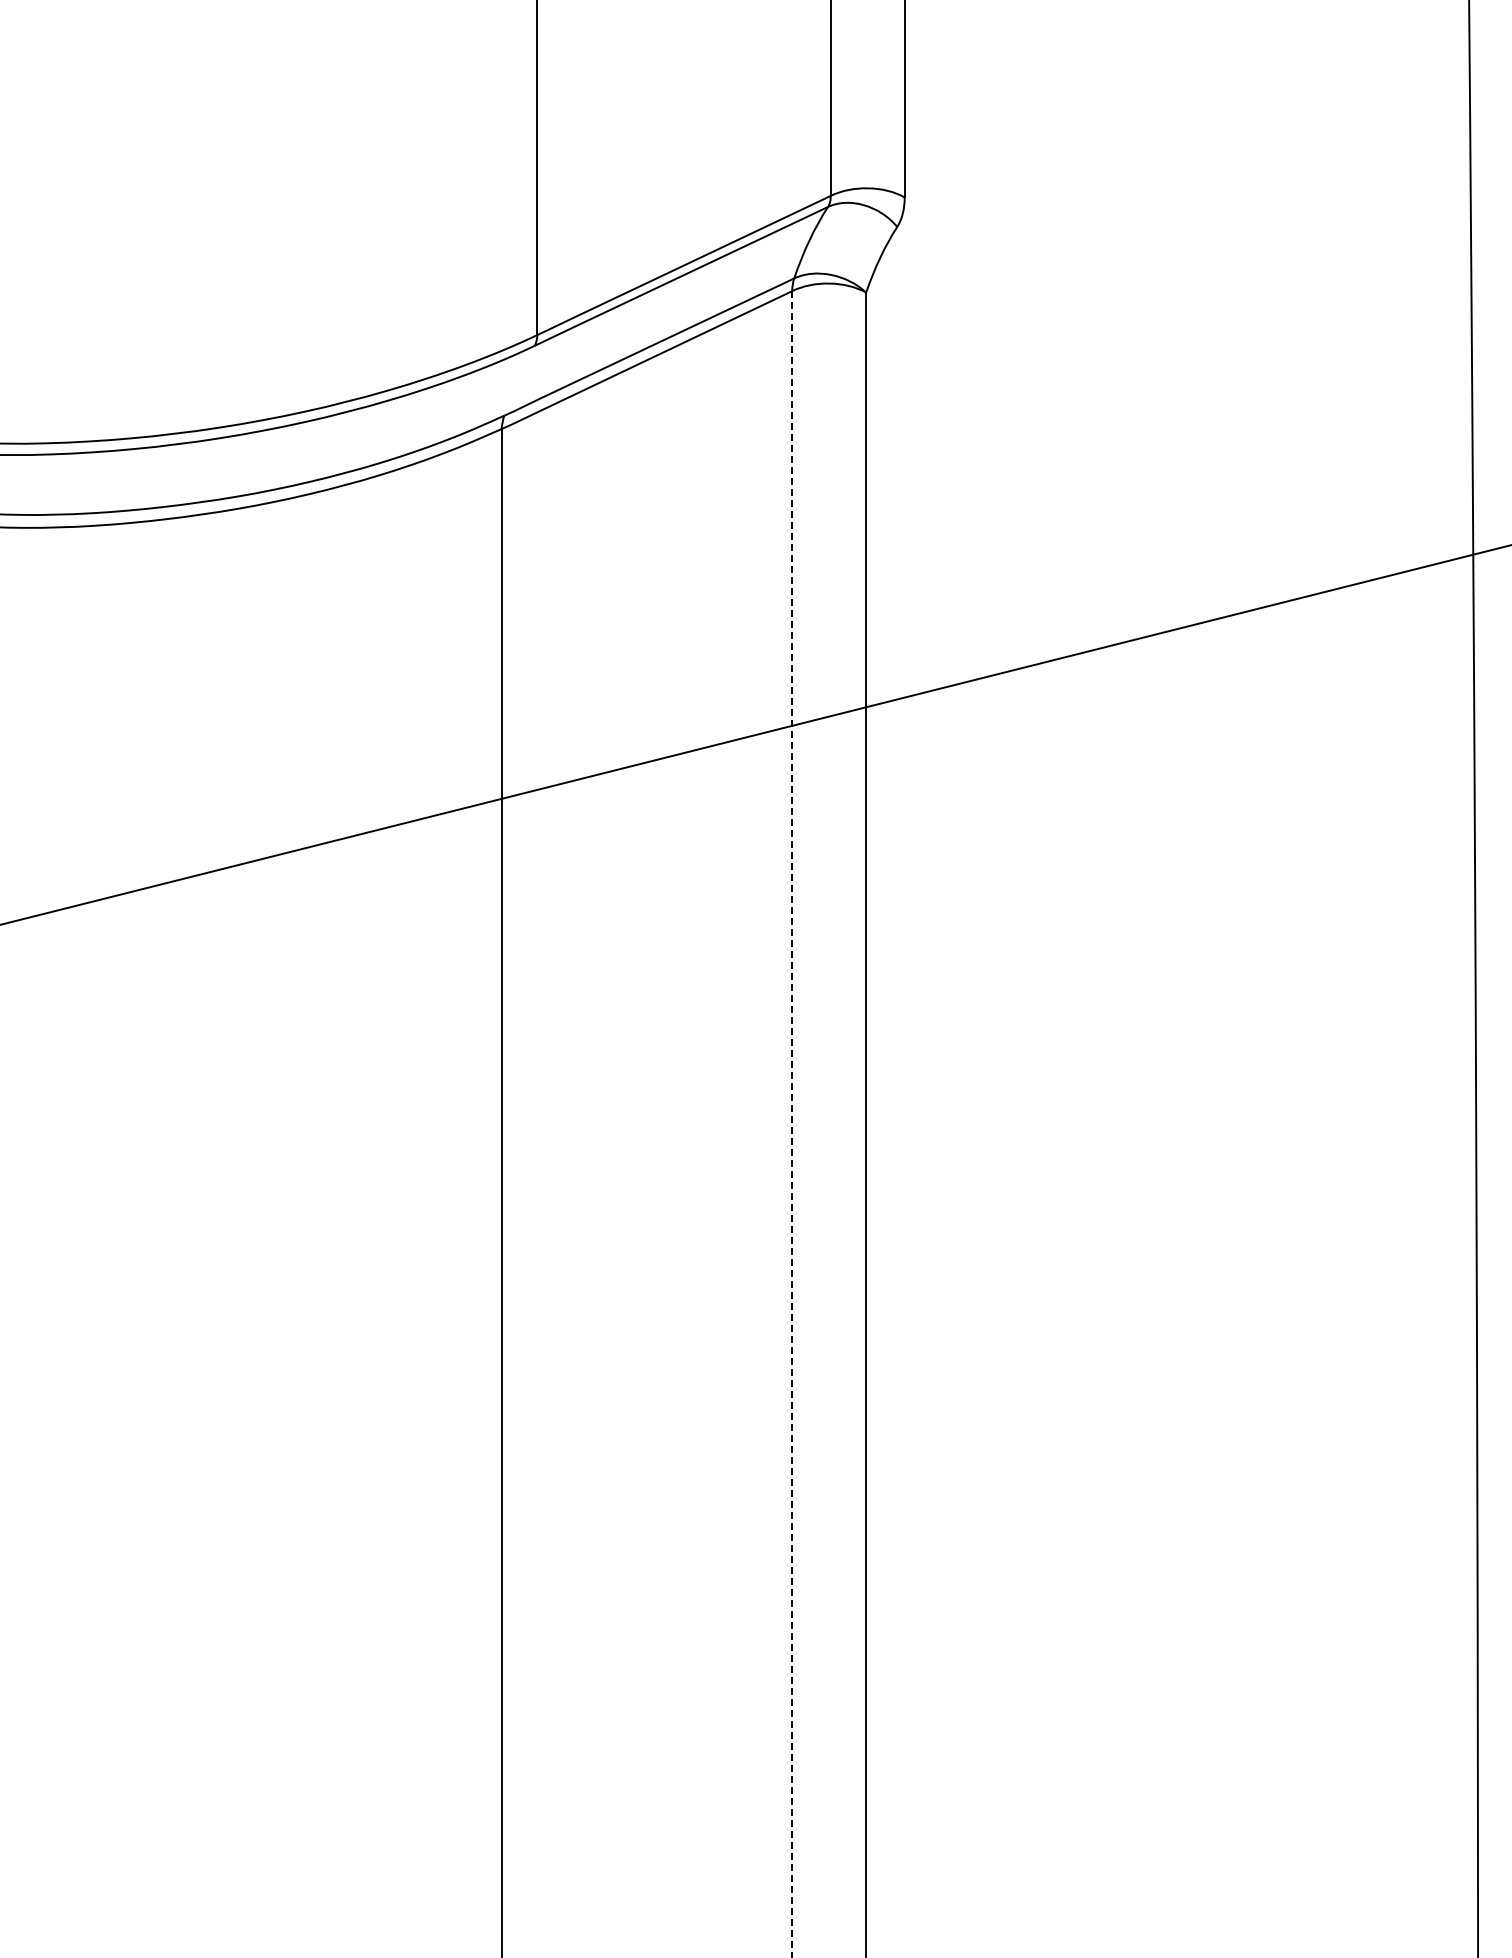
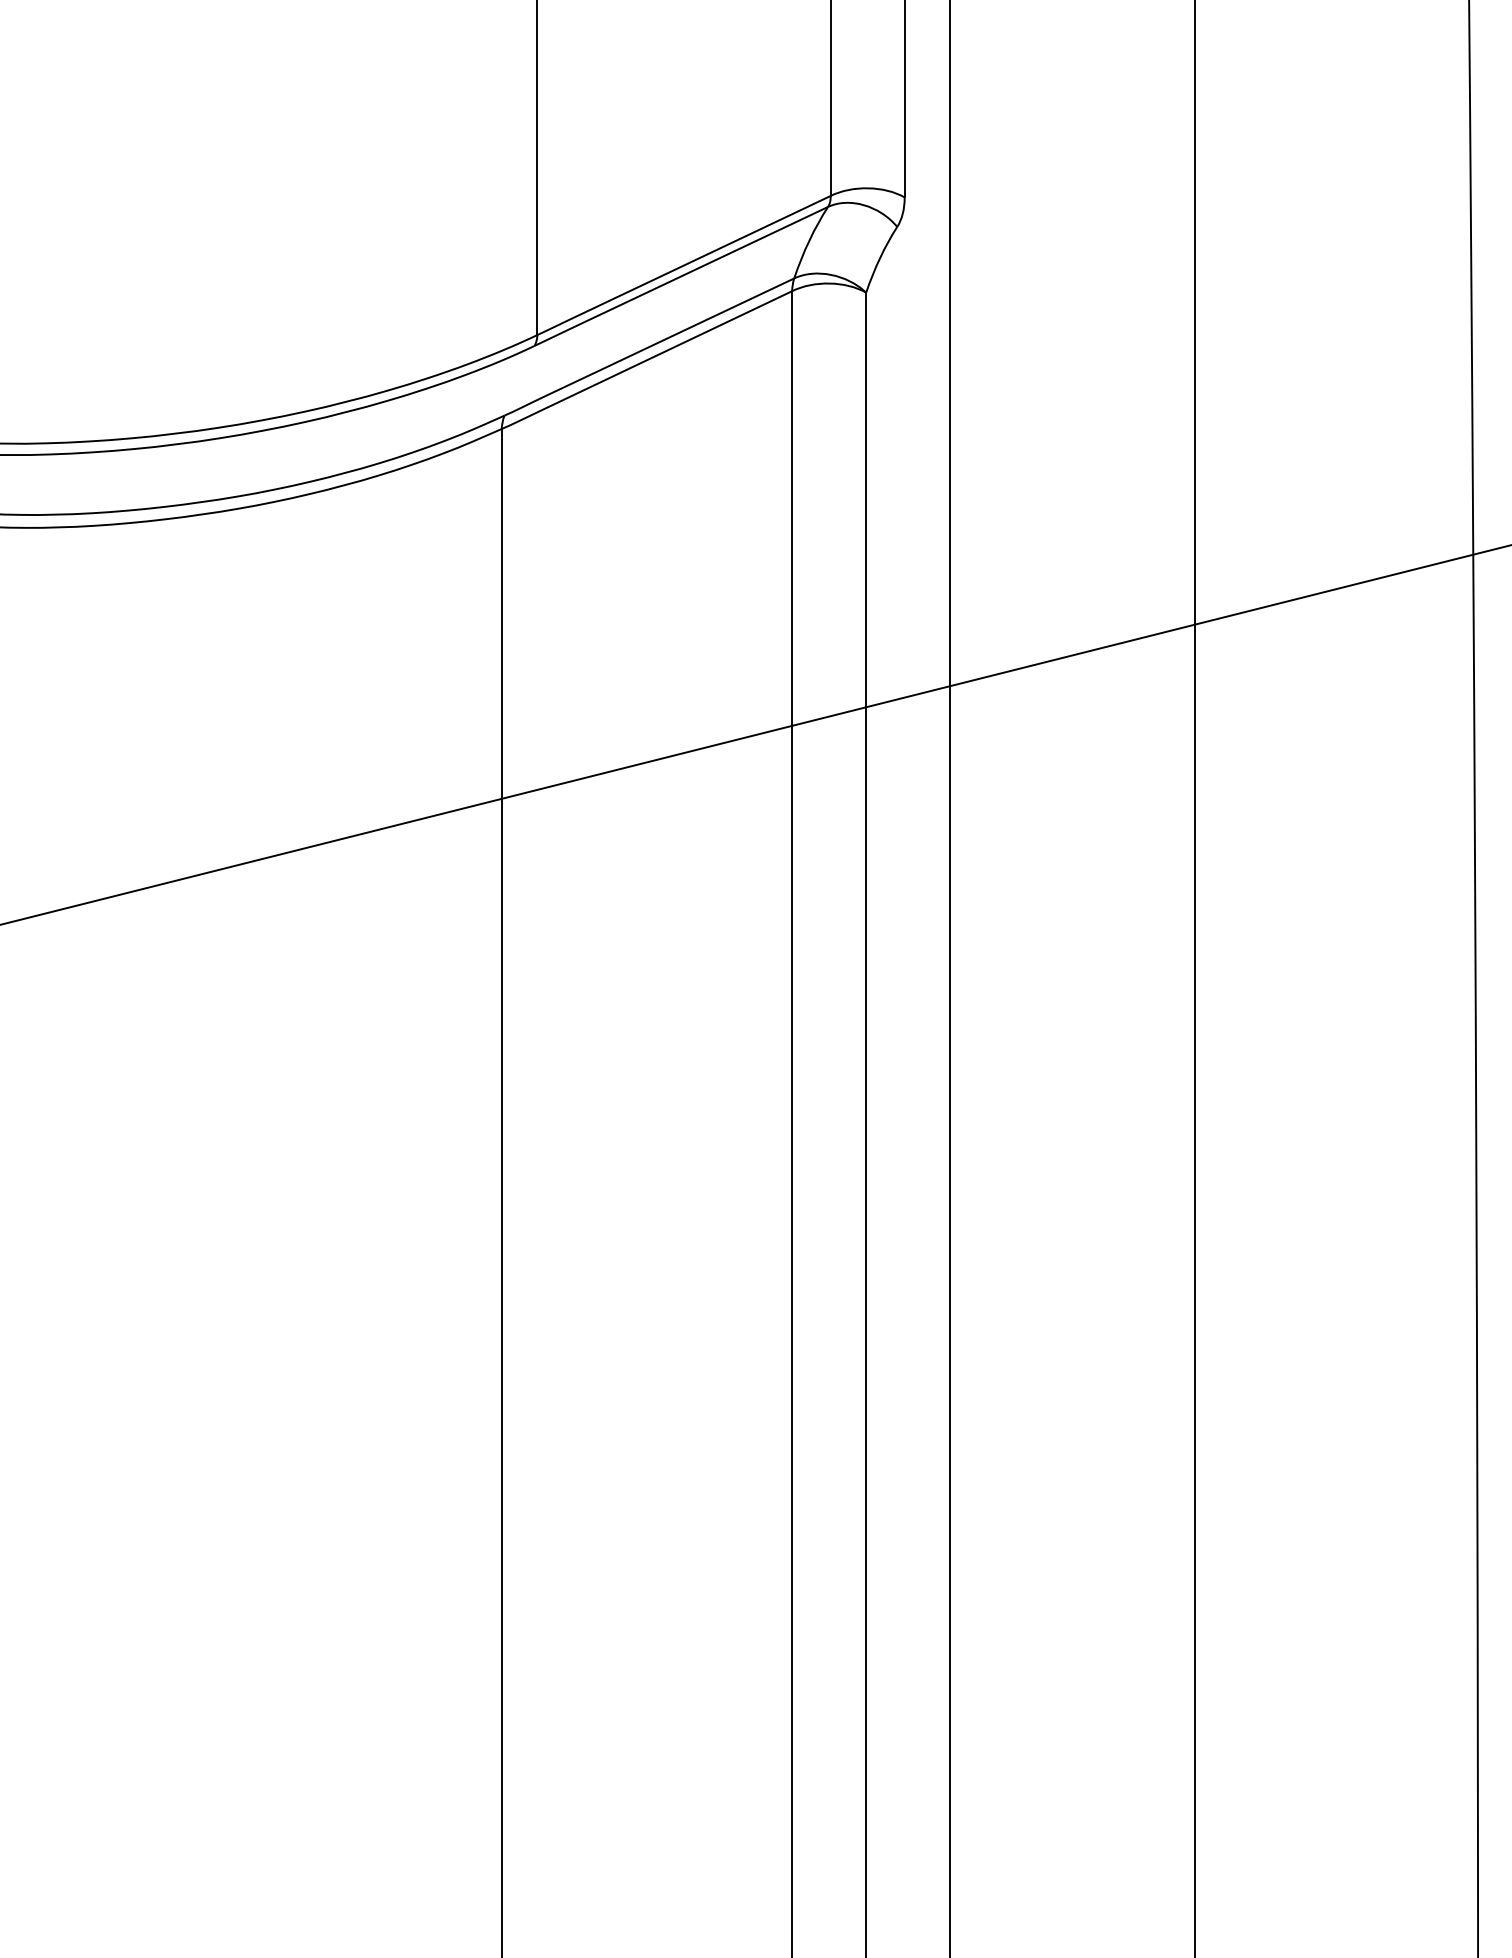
line at (949, 978): none -> present
line at (1195, 978): none -> present
line at (792, 1125): dashed -> solid
